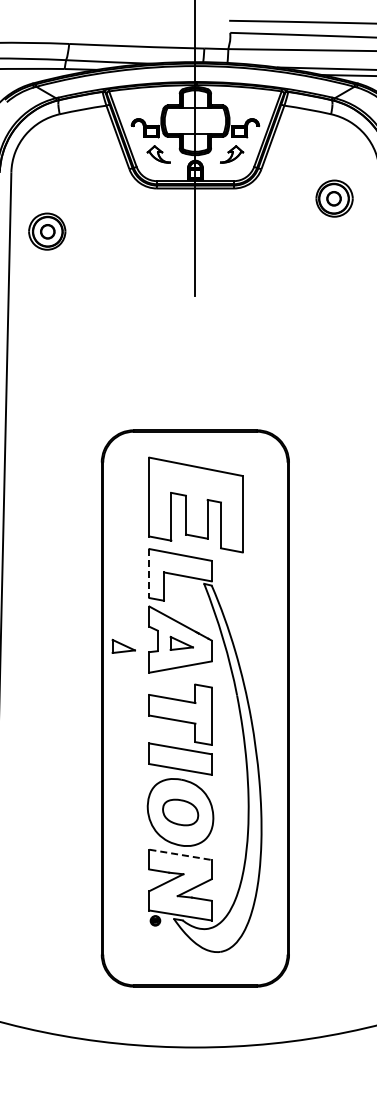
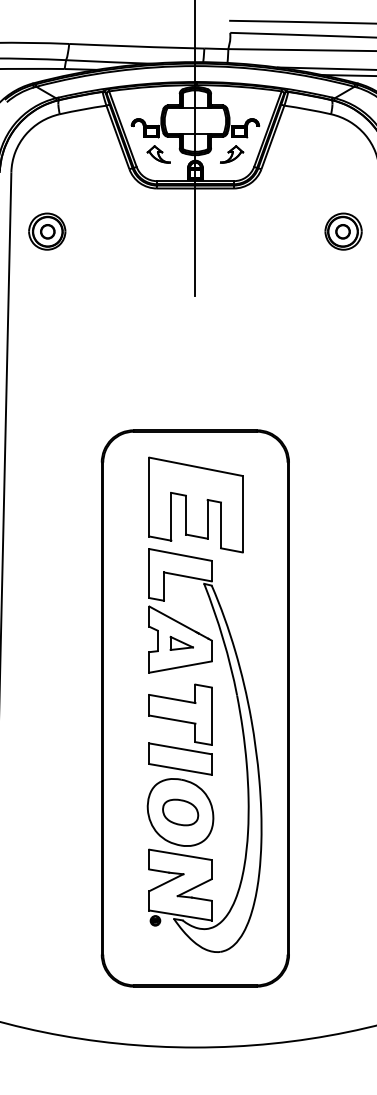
part at (334, 198) position: (334, 198) -> (343, 231)
line at (149, 574): dashed -> solid
part at (123, 645): present -> none
line at (180, 854): dashed -> solid
